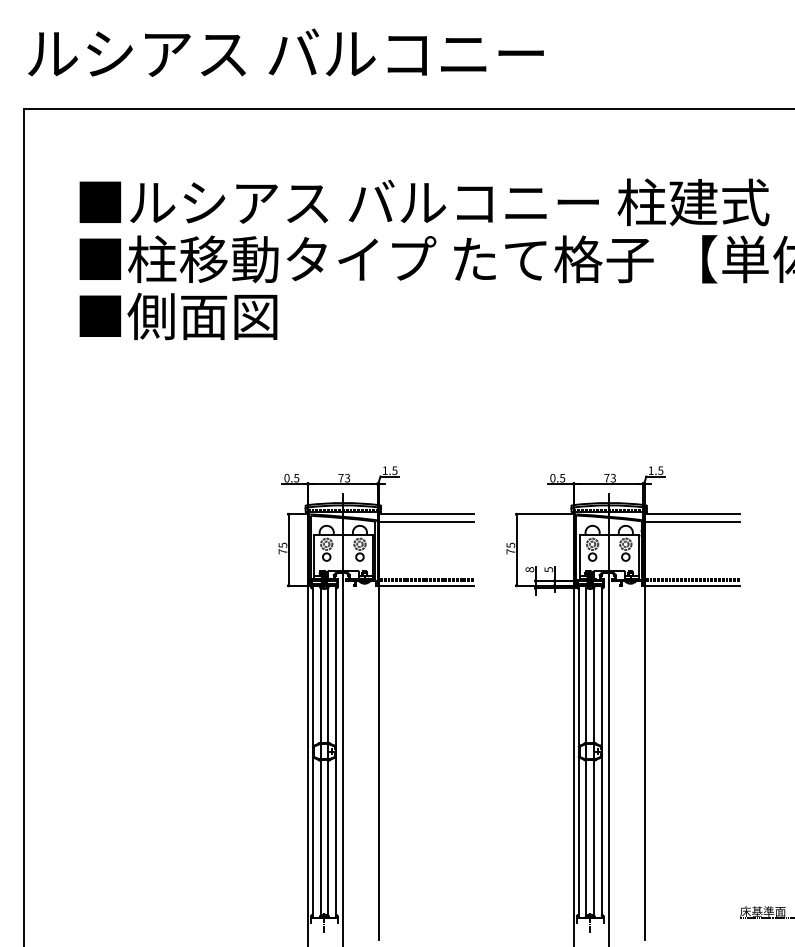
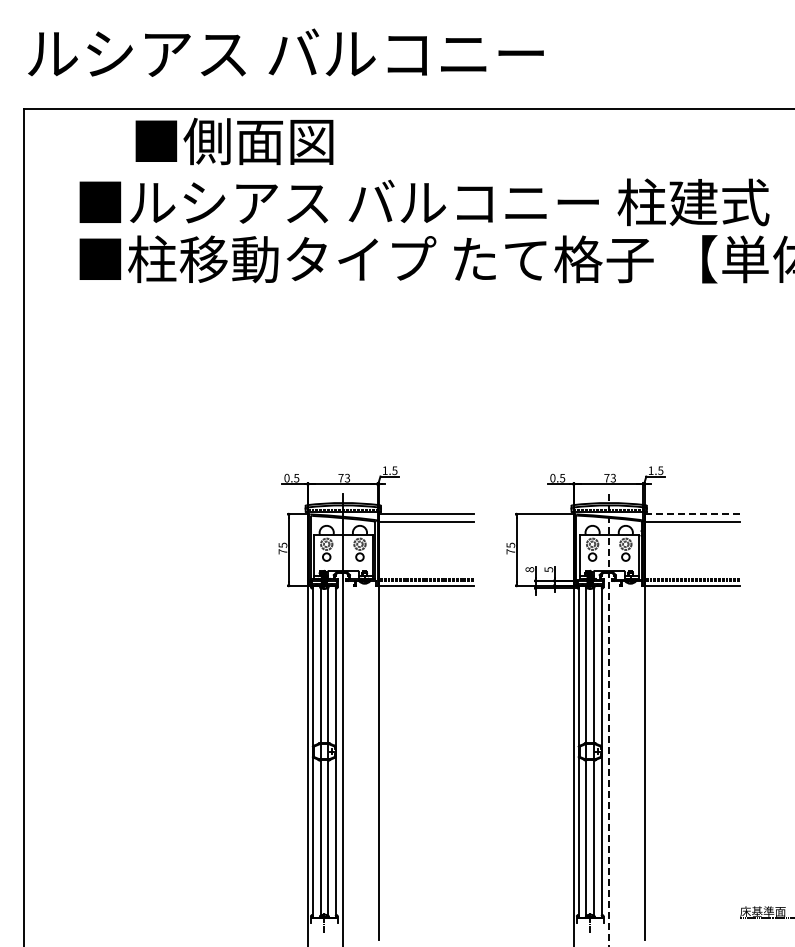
text at (178, 316) position: (178, 316) -> (234, 141)
line at (691, 514): solid -> dashed
line at (609, 720): solid -> dashed
